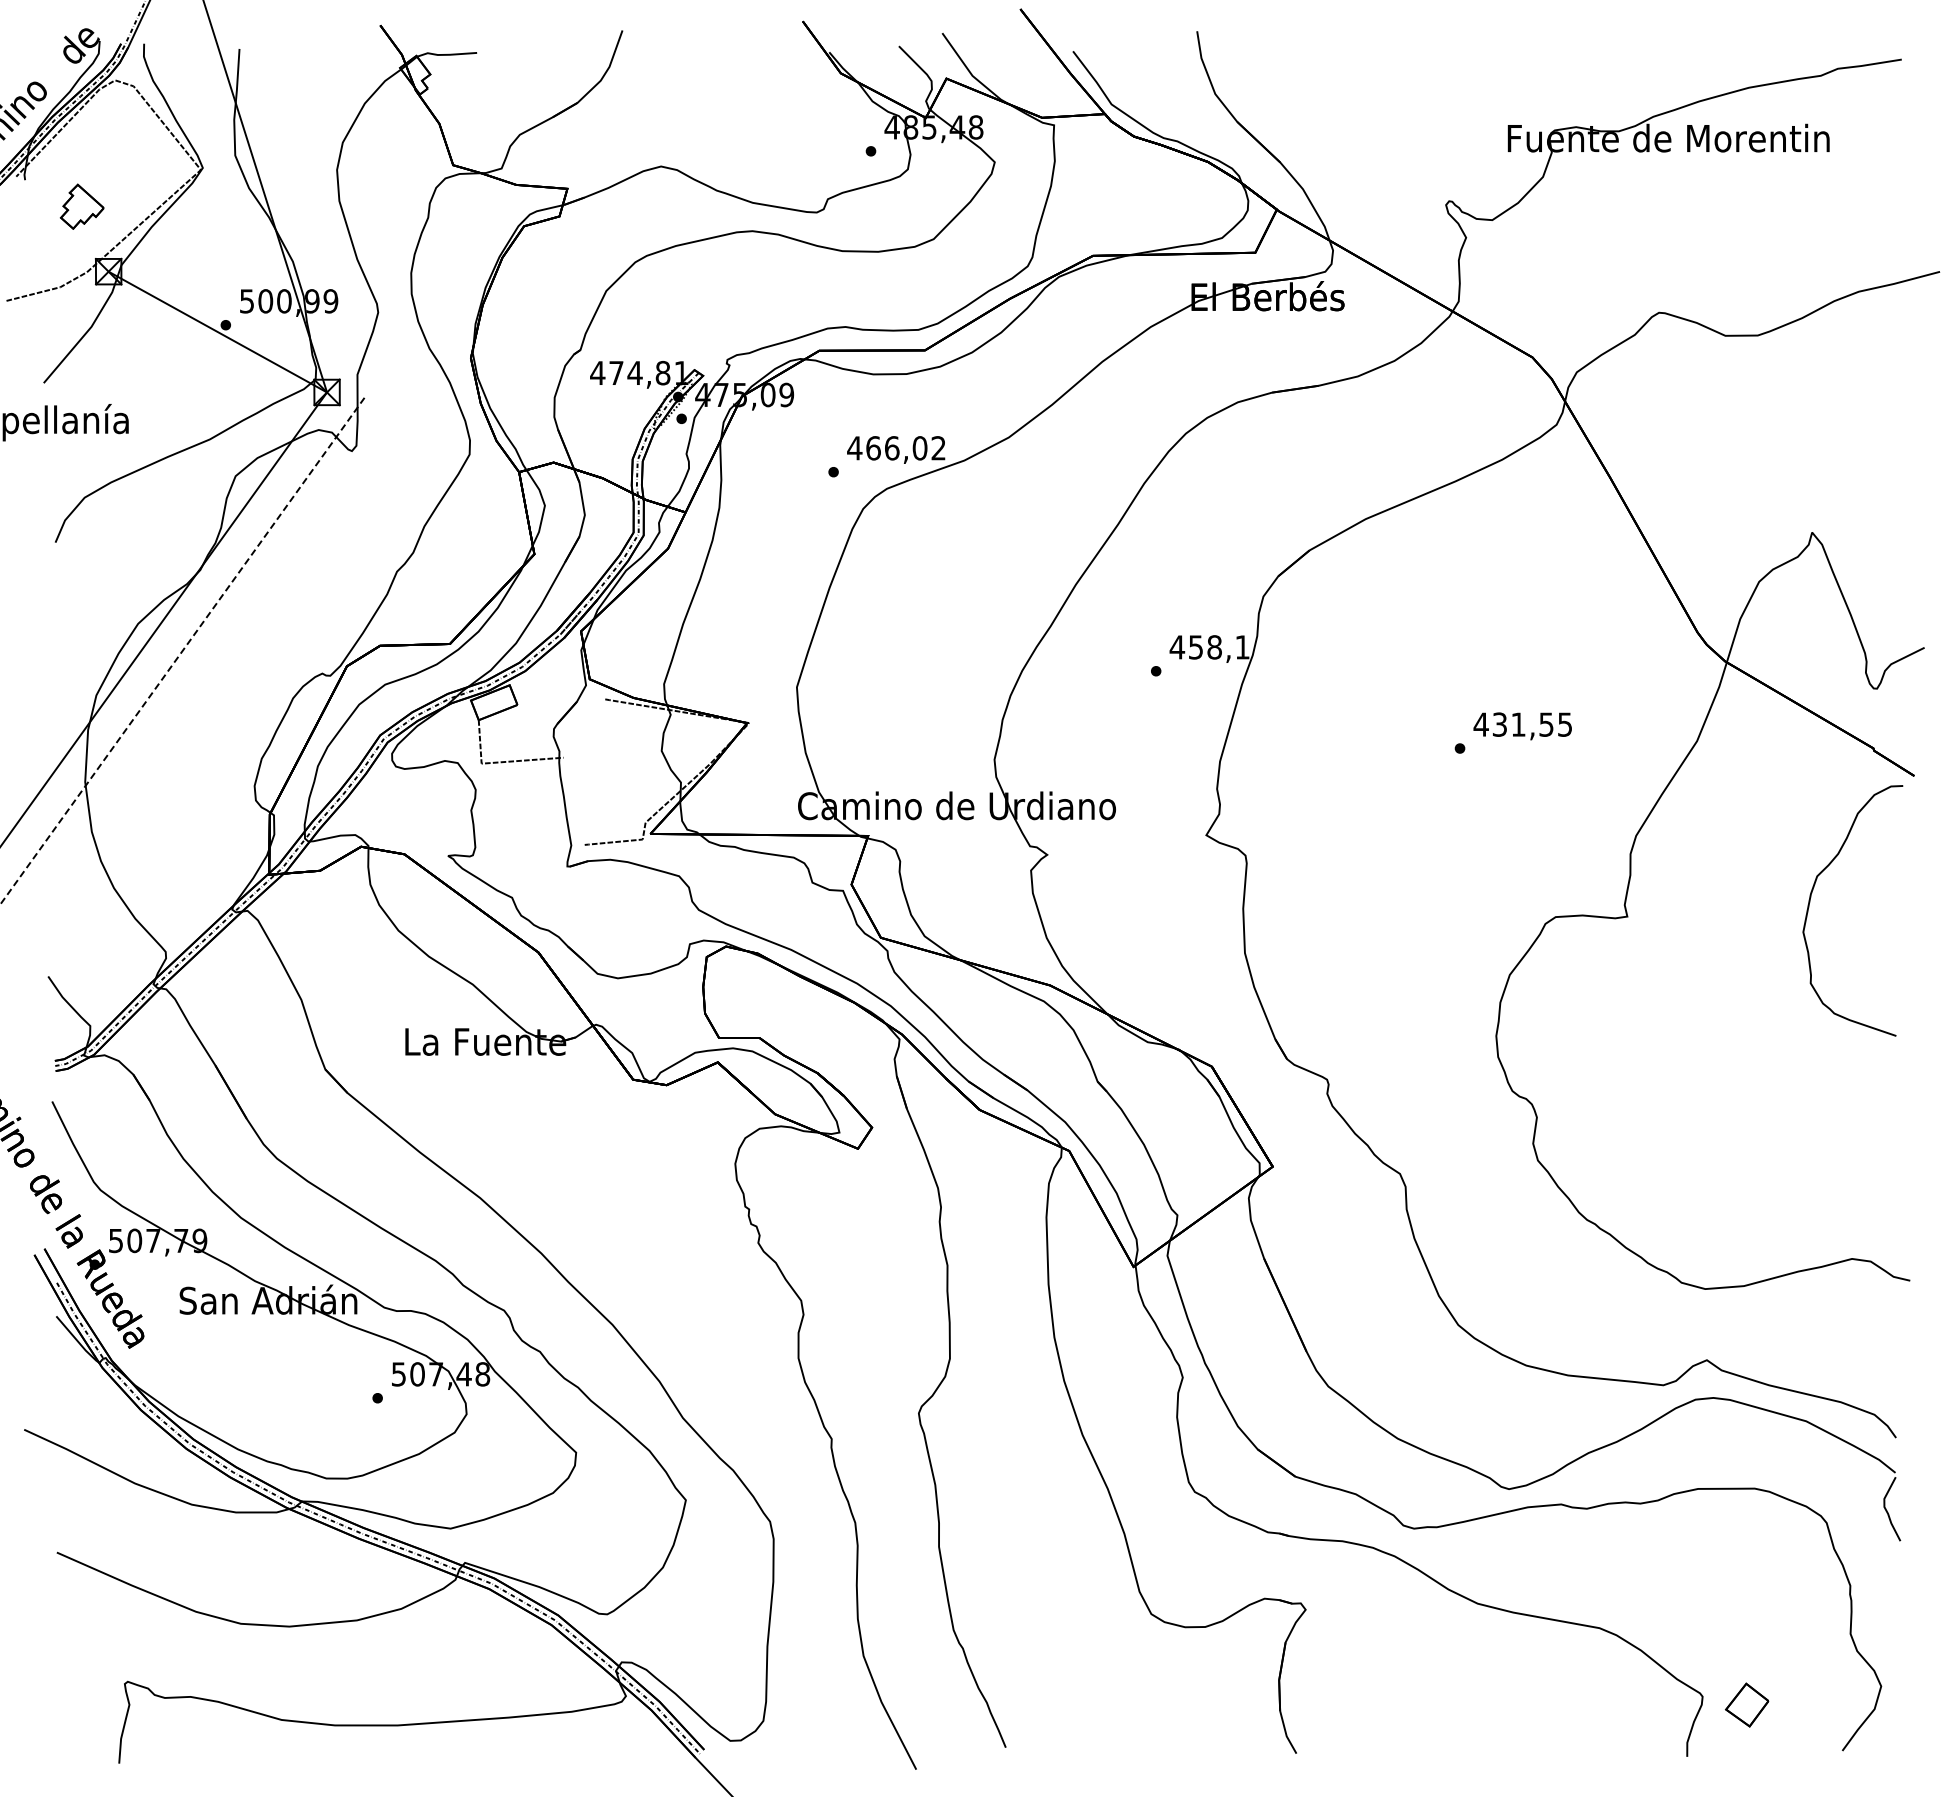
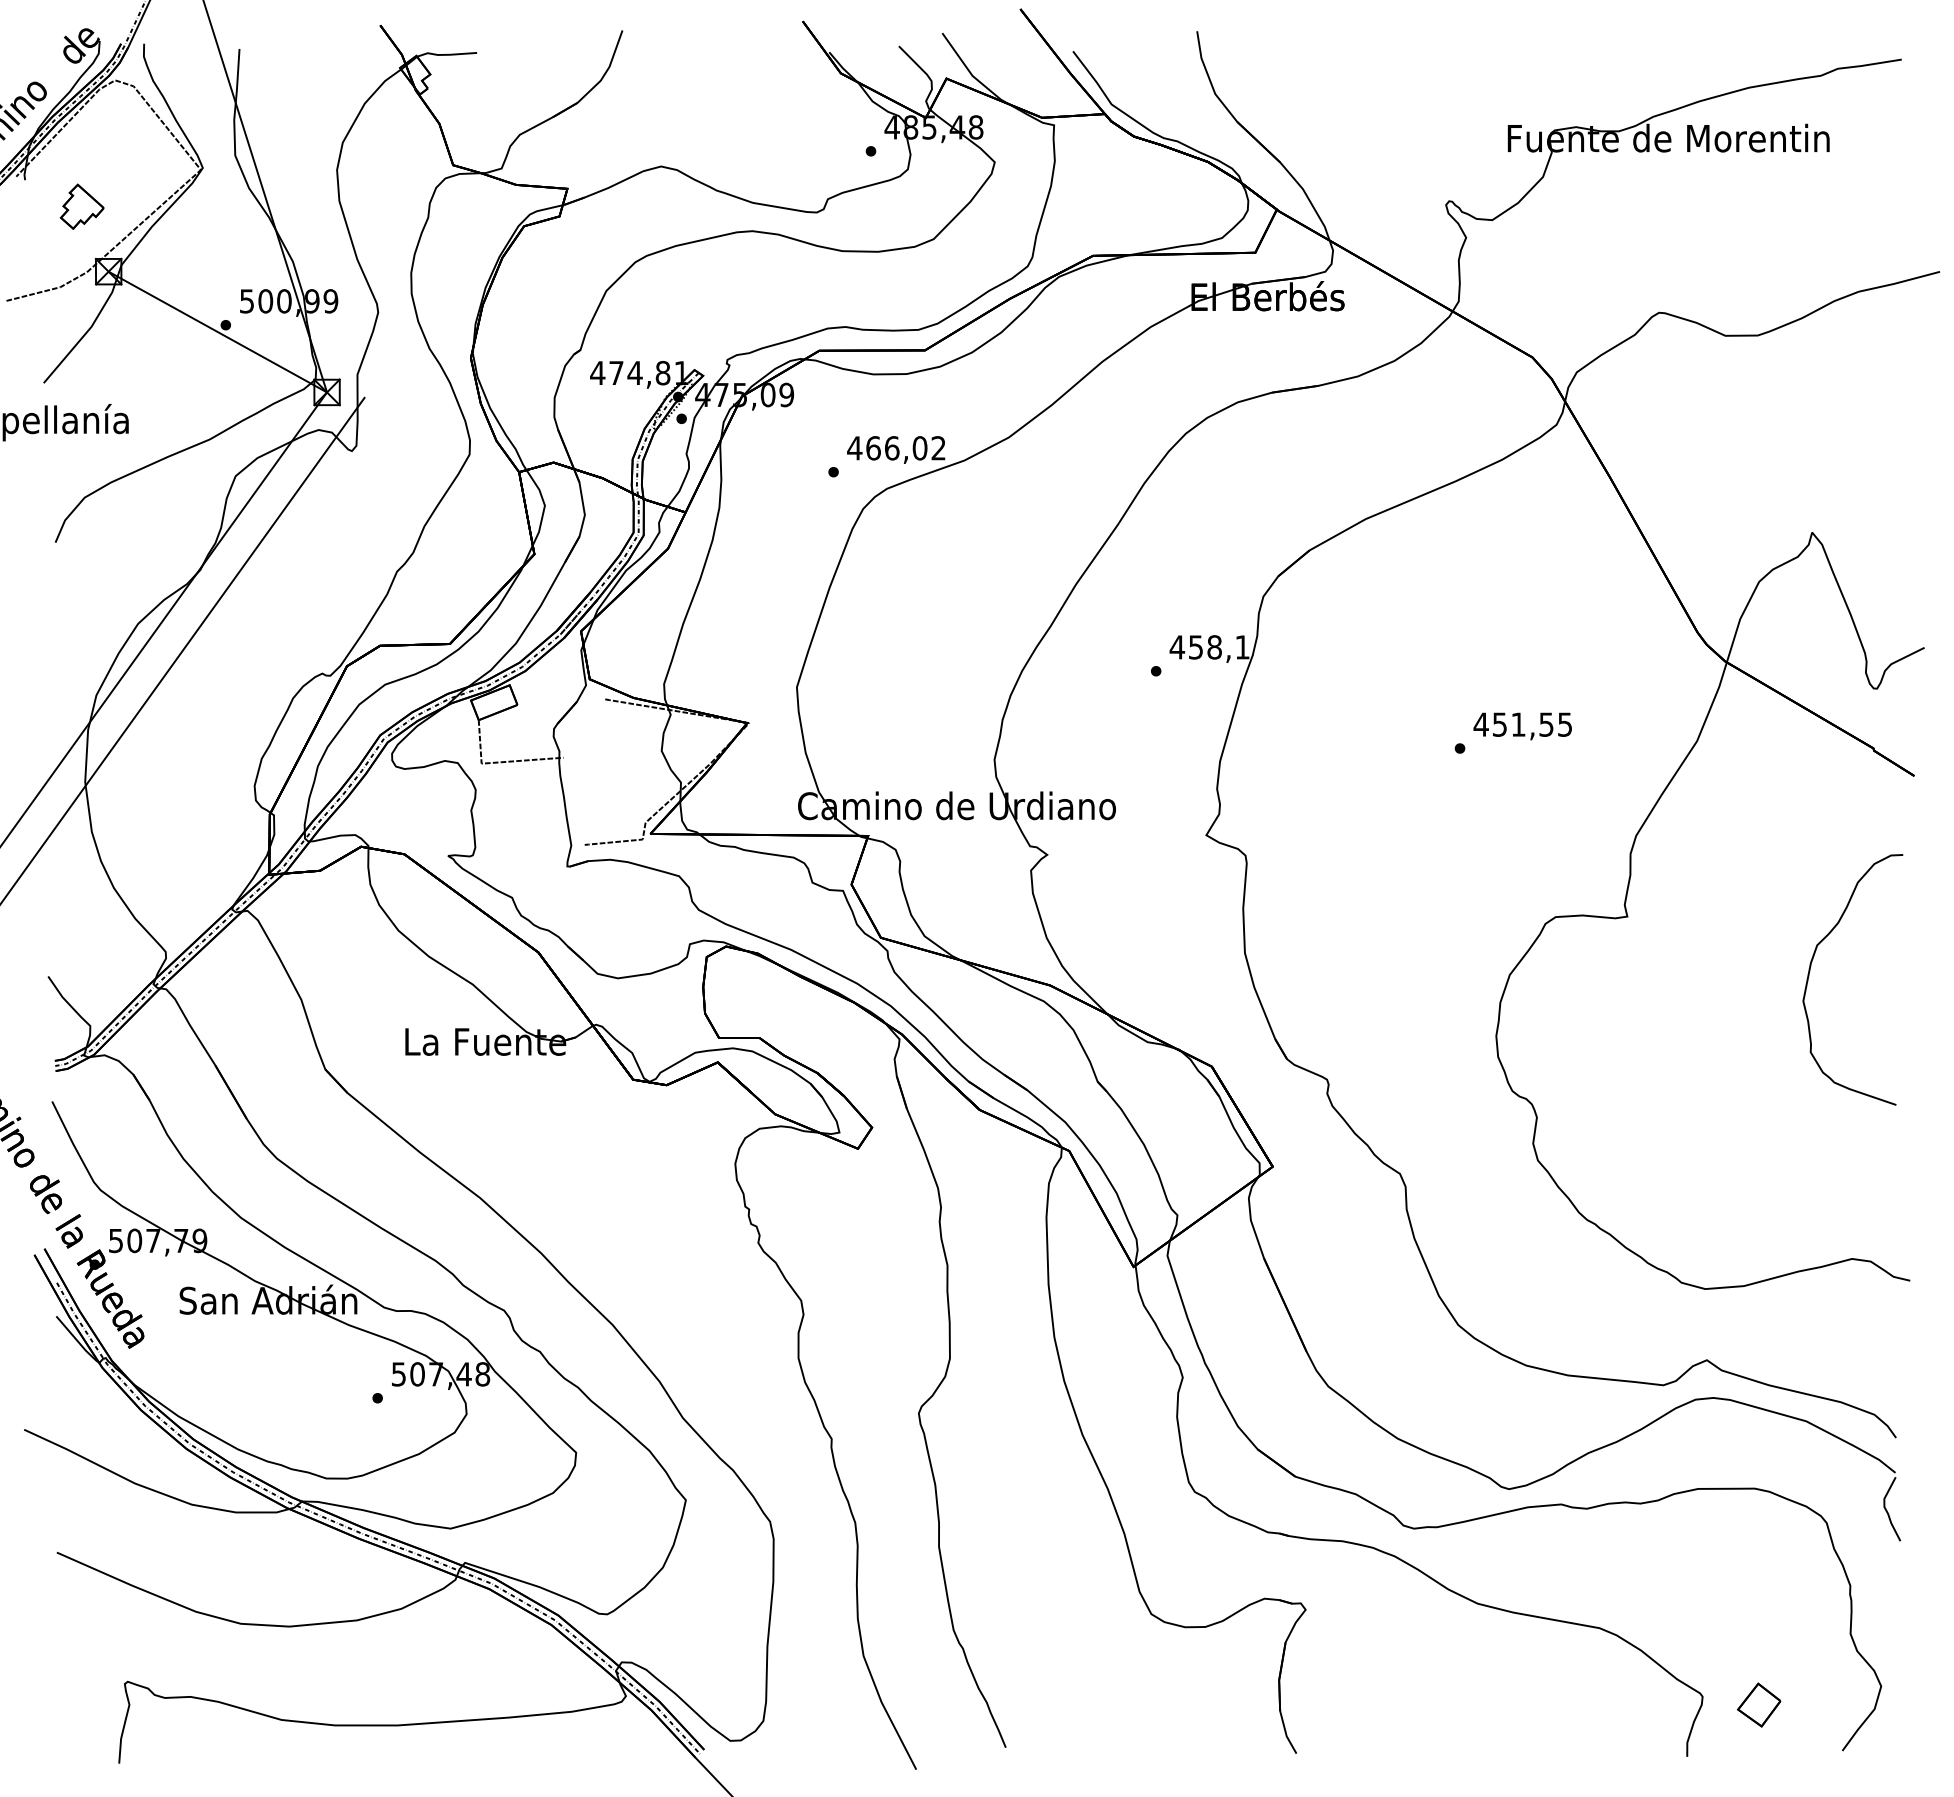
line at (182, 651): dashed -> solid
text at (1499, 724): 431,55 -> 451,55
curve at (1810, 902) position: (1810, 902) -> (1810, 971)
part at (1747, 1704) position: (1747, 1704) -> (1759, 1704)
